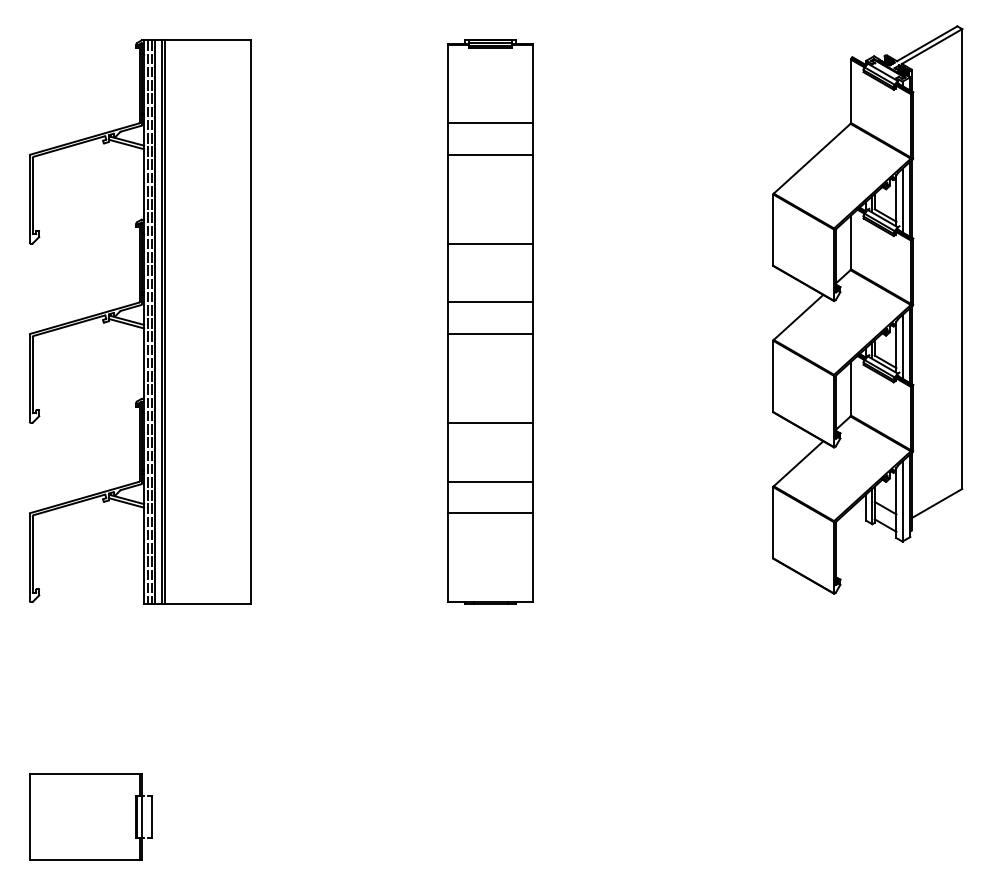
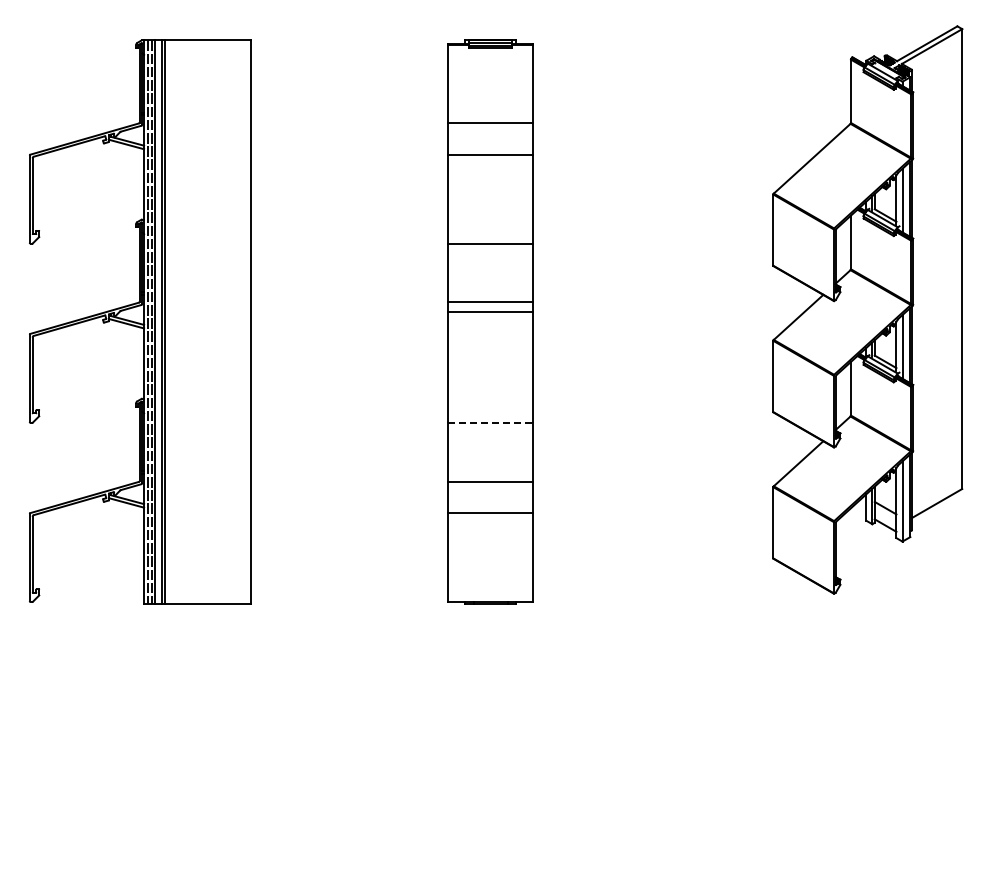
line at (490, 334) position: (490, 334) -> (490, 312)
line at (490, 422): solid -> dashed
part at (90, 816): present -> none
